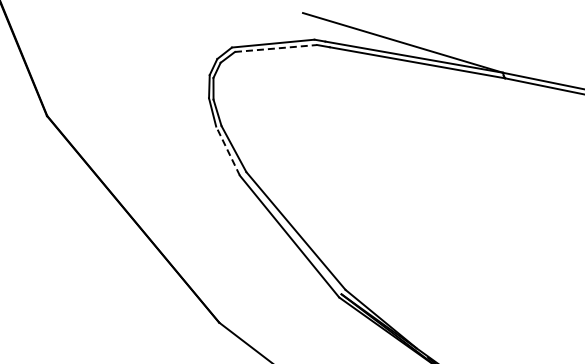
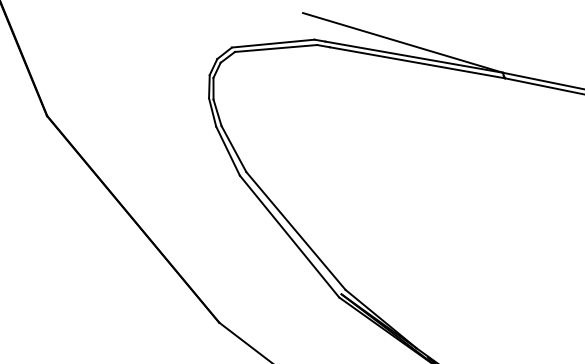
line at (276, 48): dashed -> solid
line at (227, 150): dashed -> solid
